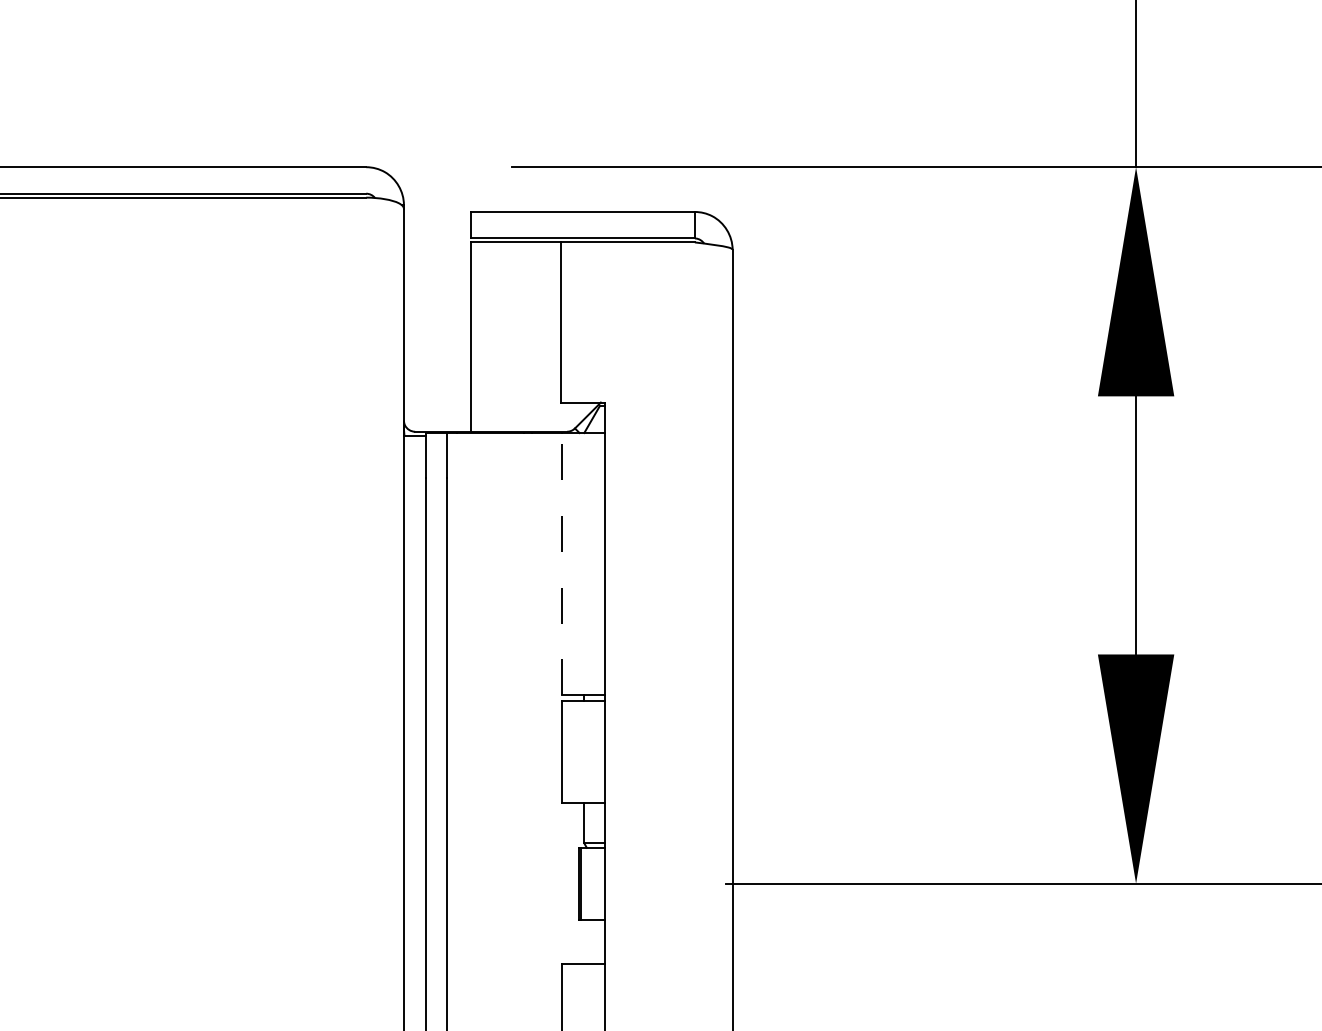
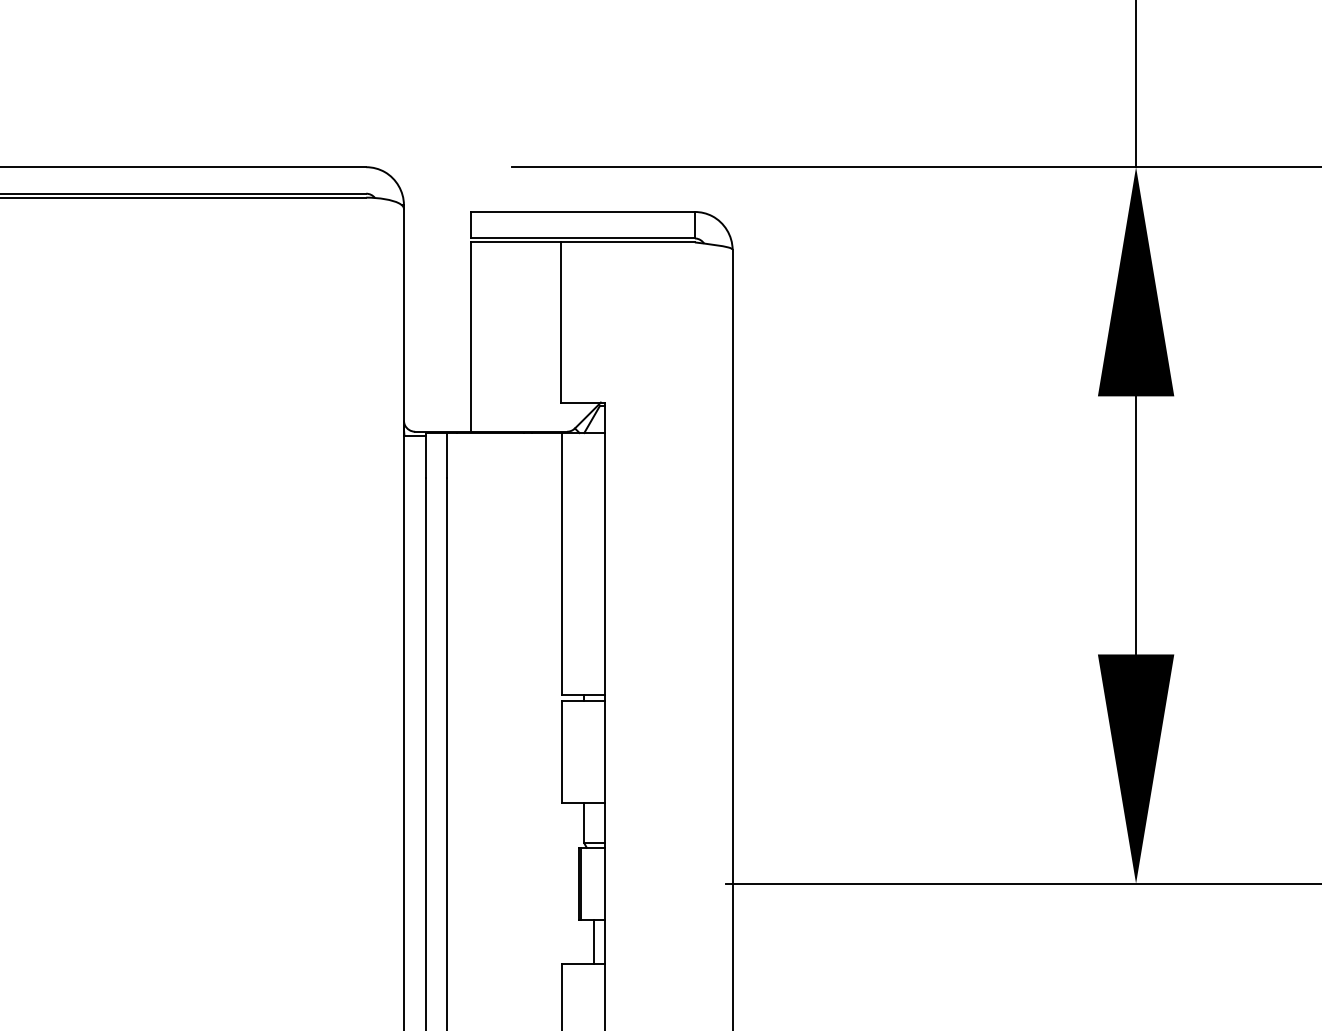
line at (561, 563): dashed -> solid
line at (594, 941): none -> present
